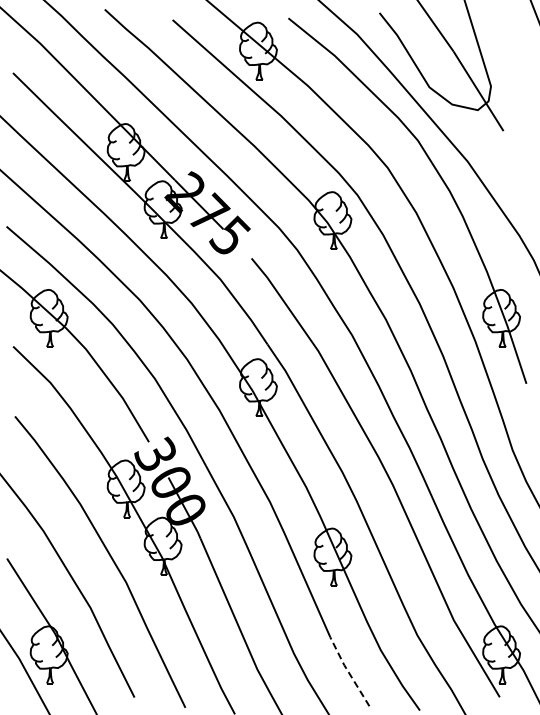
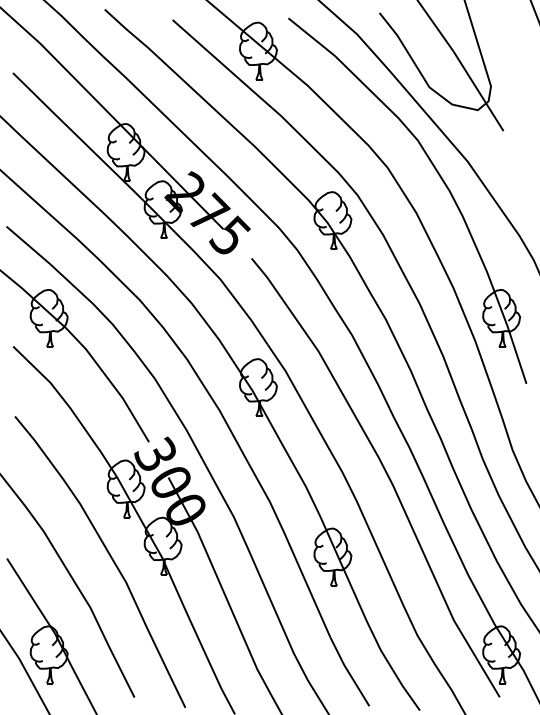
line at (348, 671): dashed -> solid
